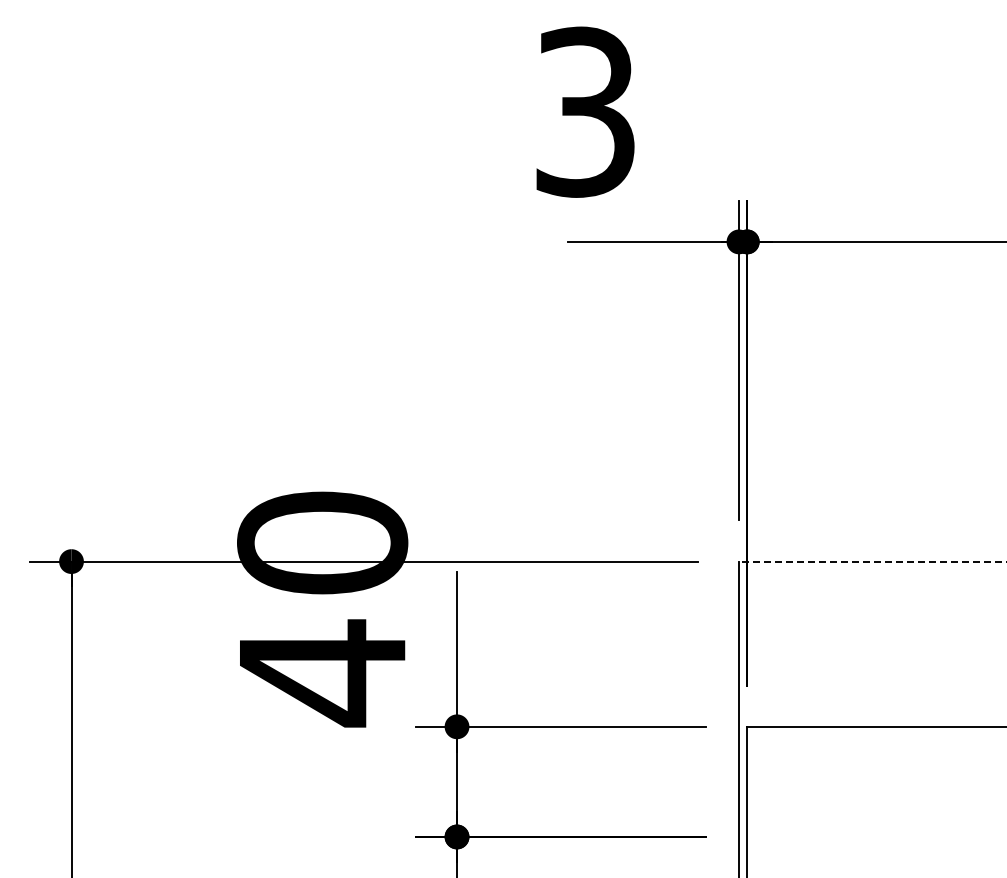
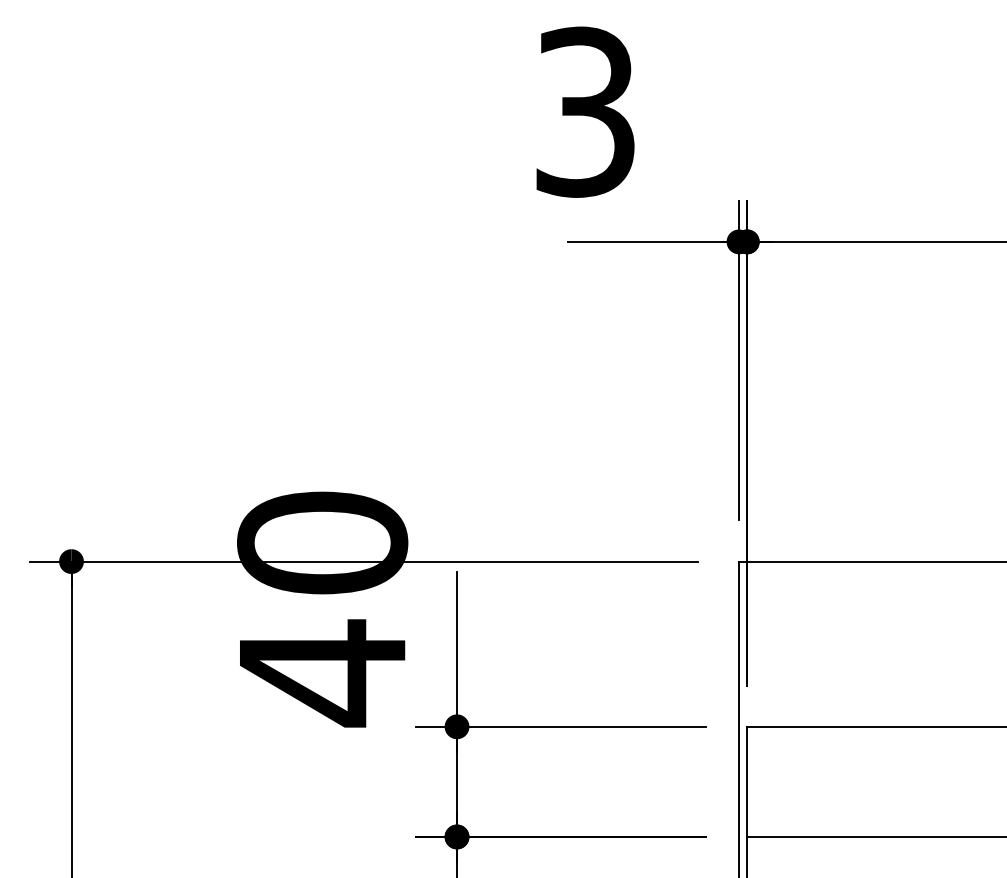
line at (872, 561): dashed -> solid
line at (875, 836): none -> present
